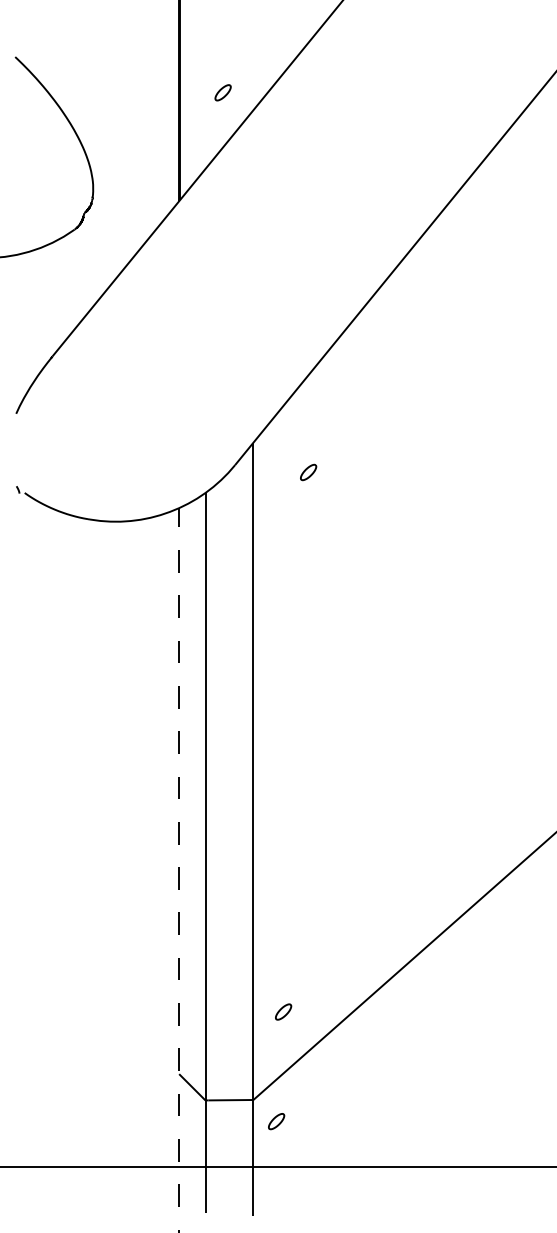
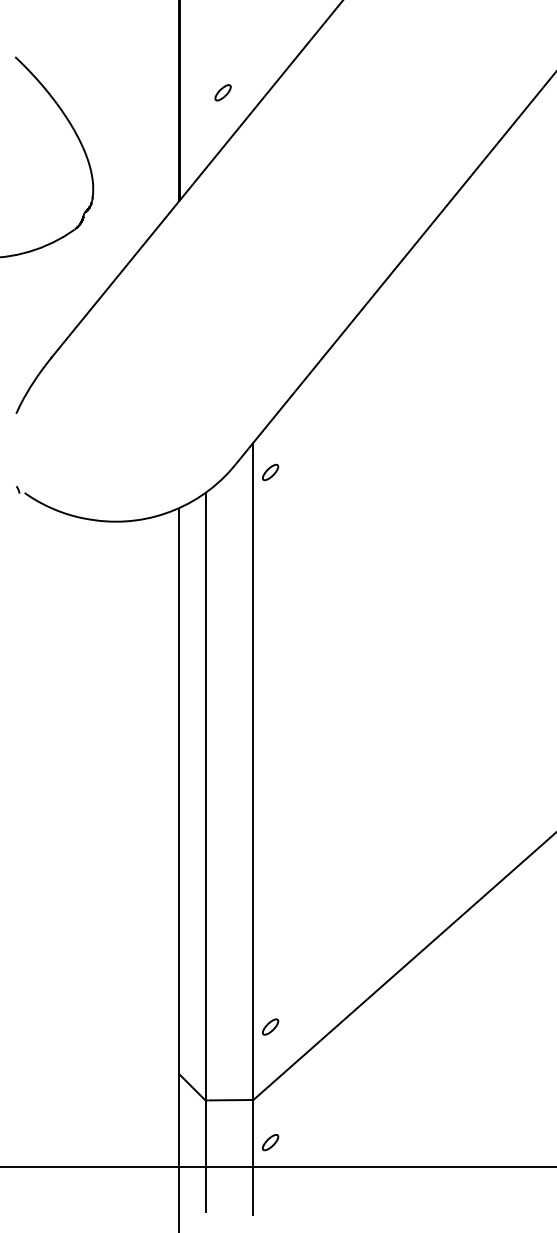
part at (308, 472) position: (308, 472) -> (270, 472)
line at (179, 869): dashed -> solid
part at (283, 1011) position: (283, 1011) -> (270, 1026)
part at (276, 1121) position: (276, 1121) -> (270, 1142)
